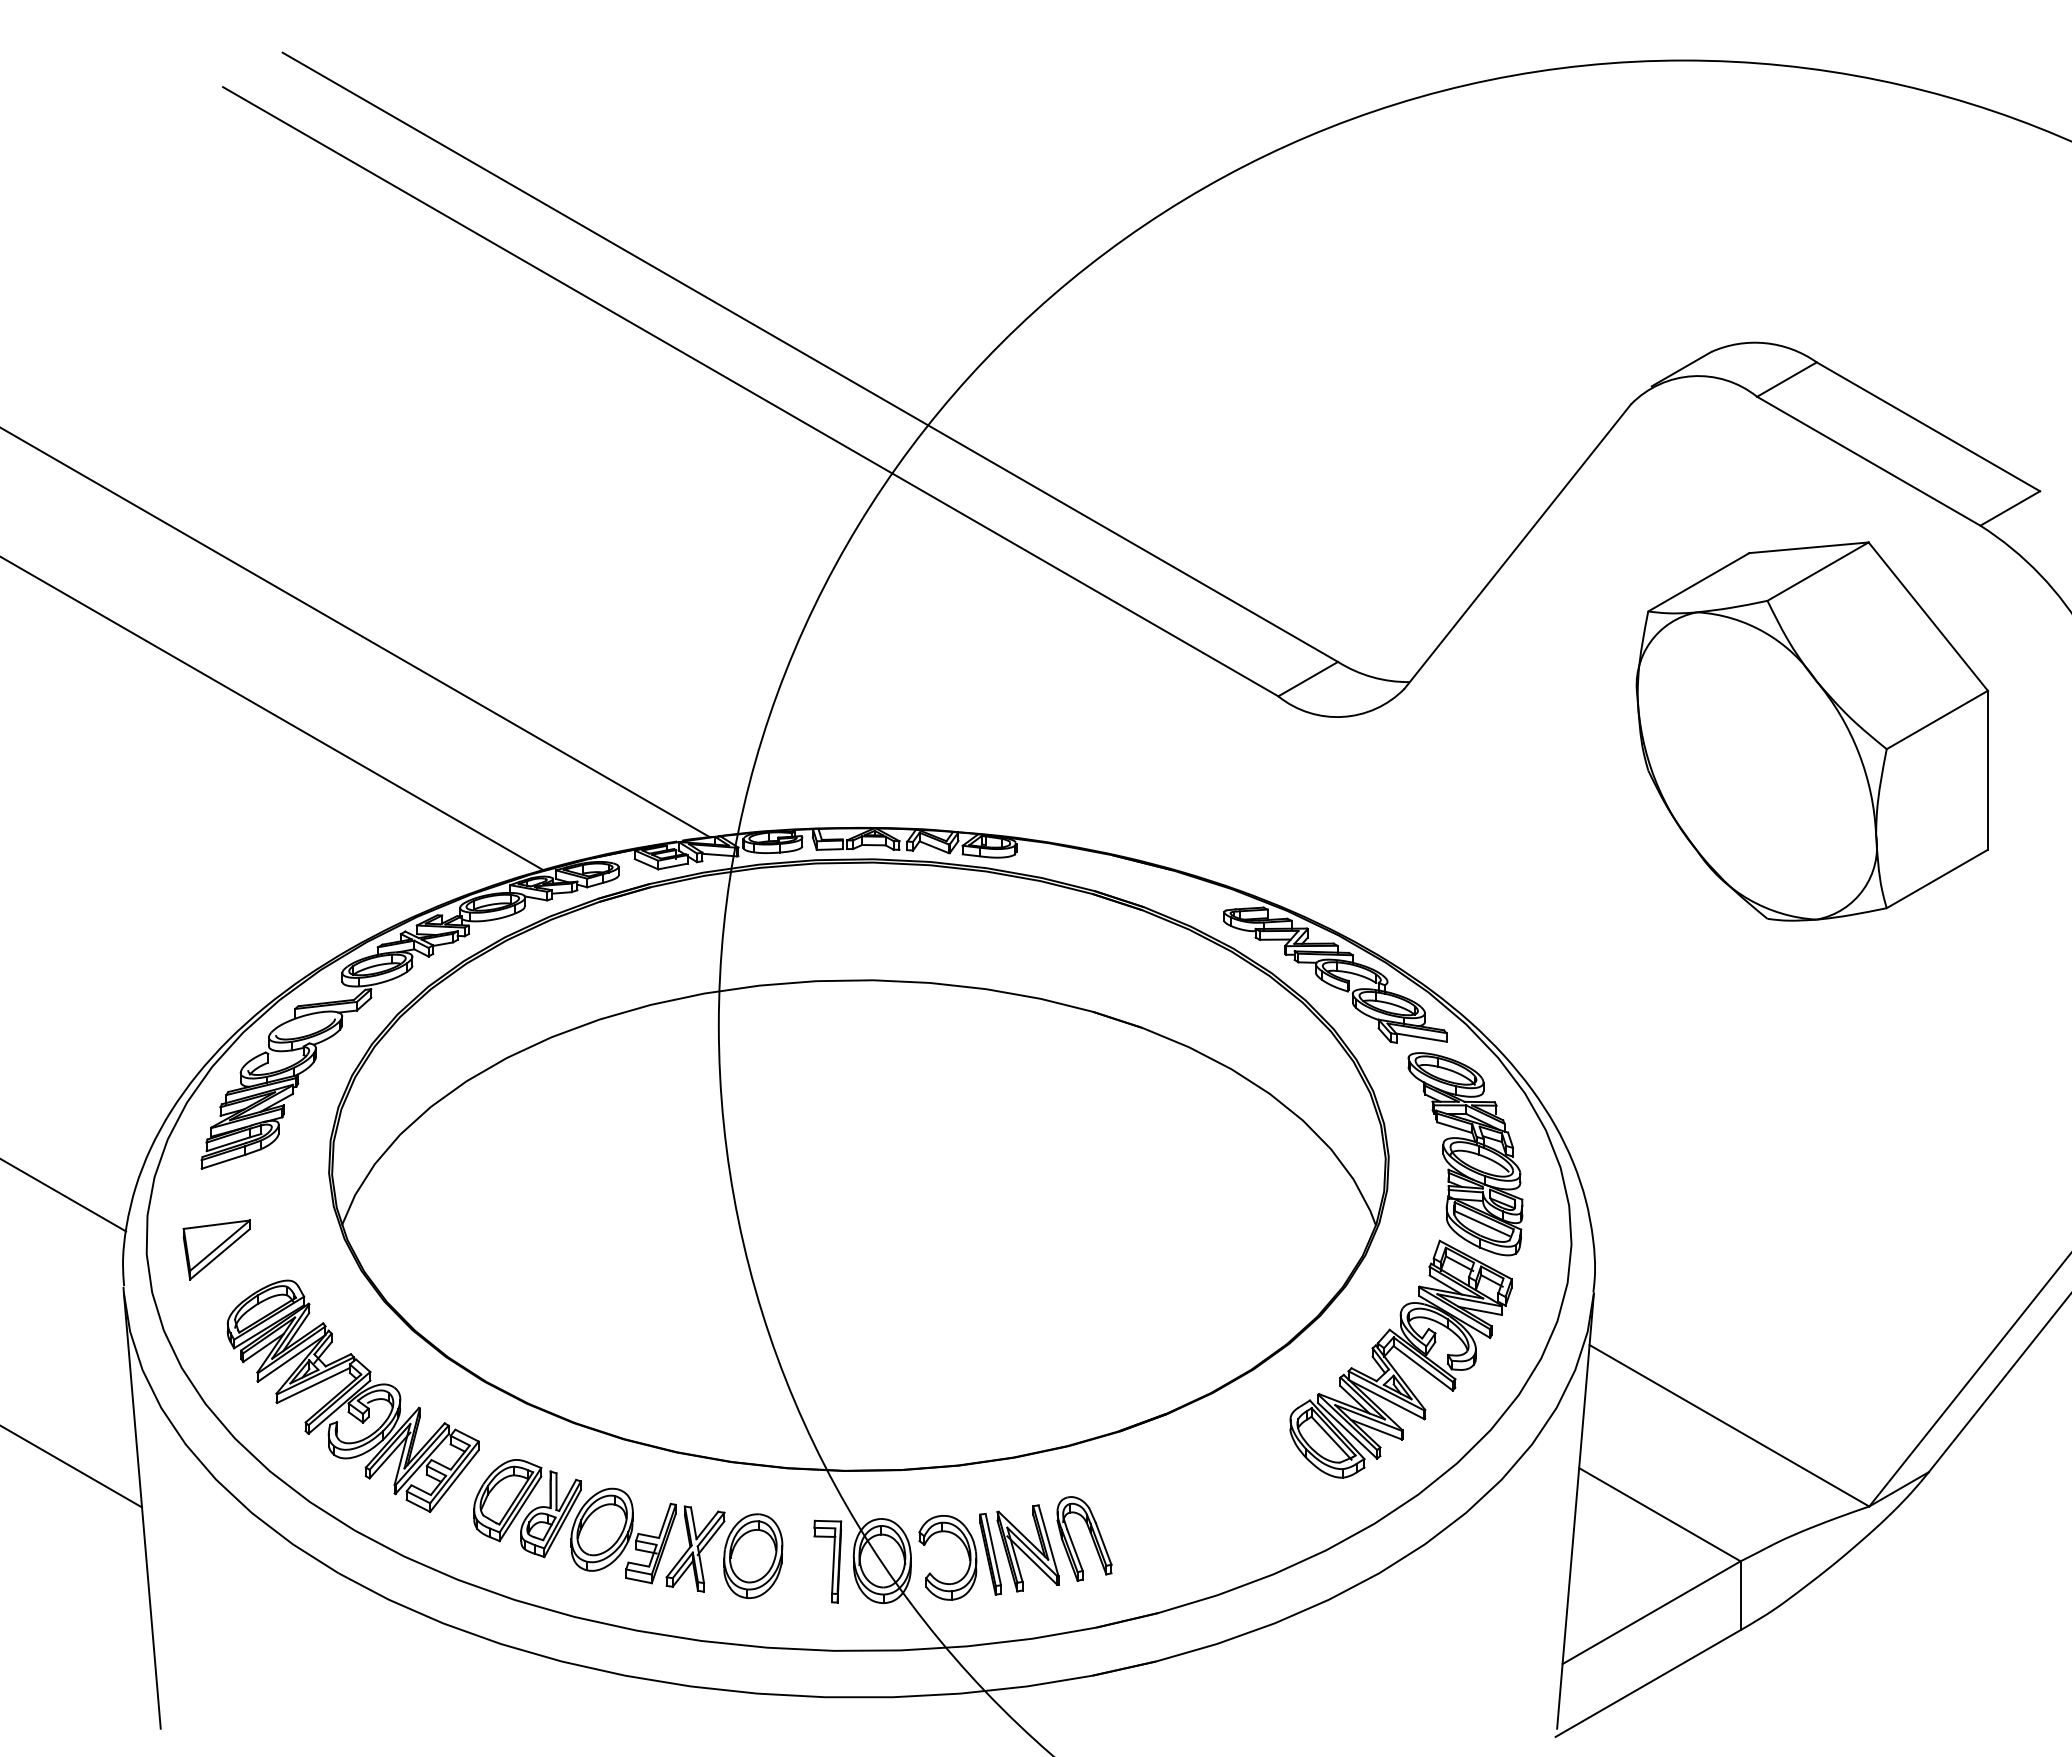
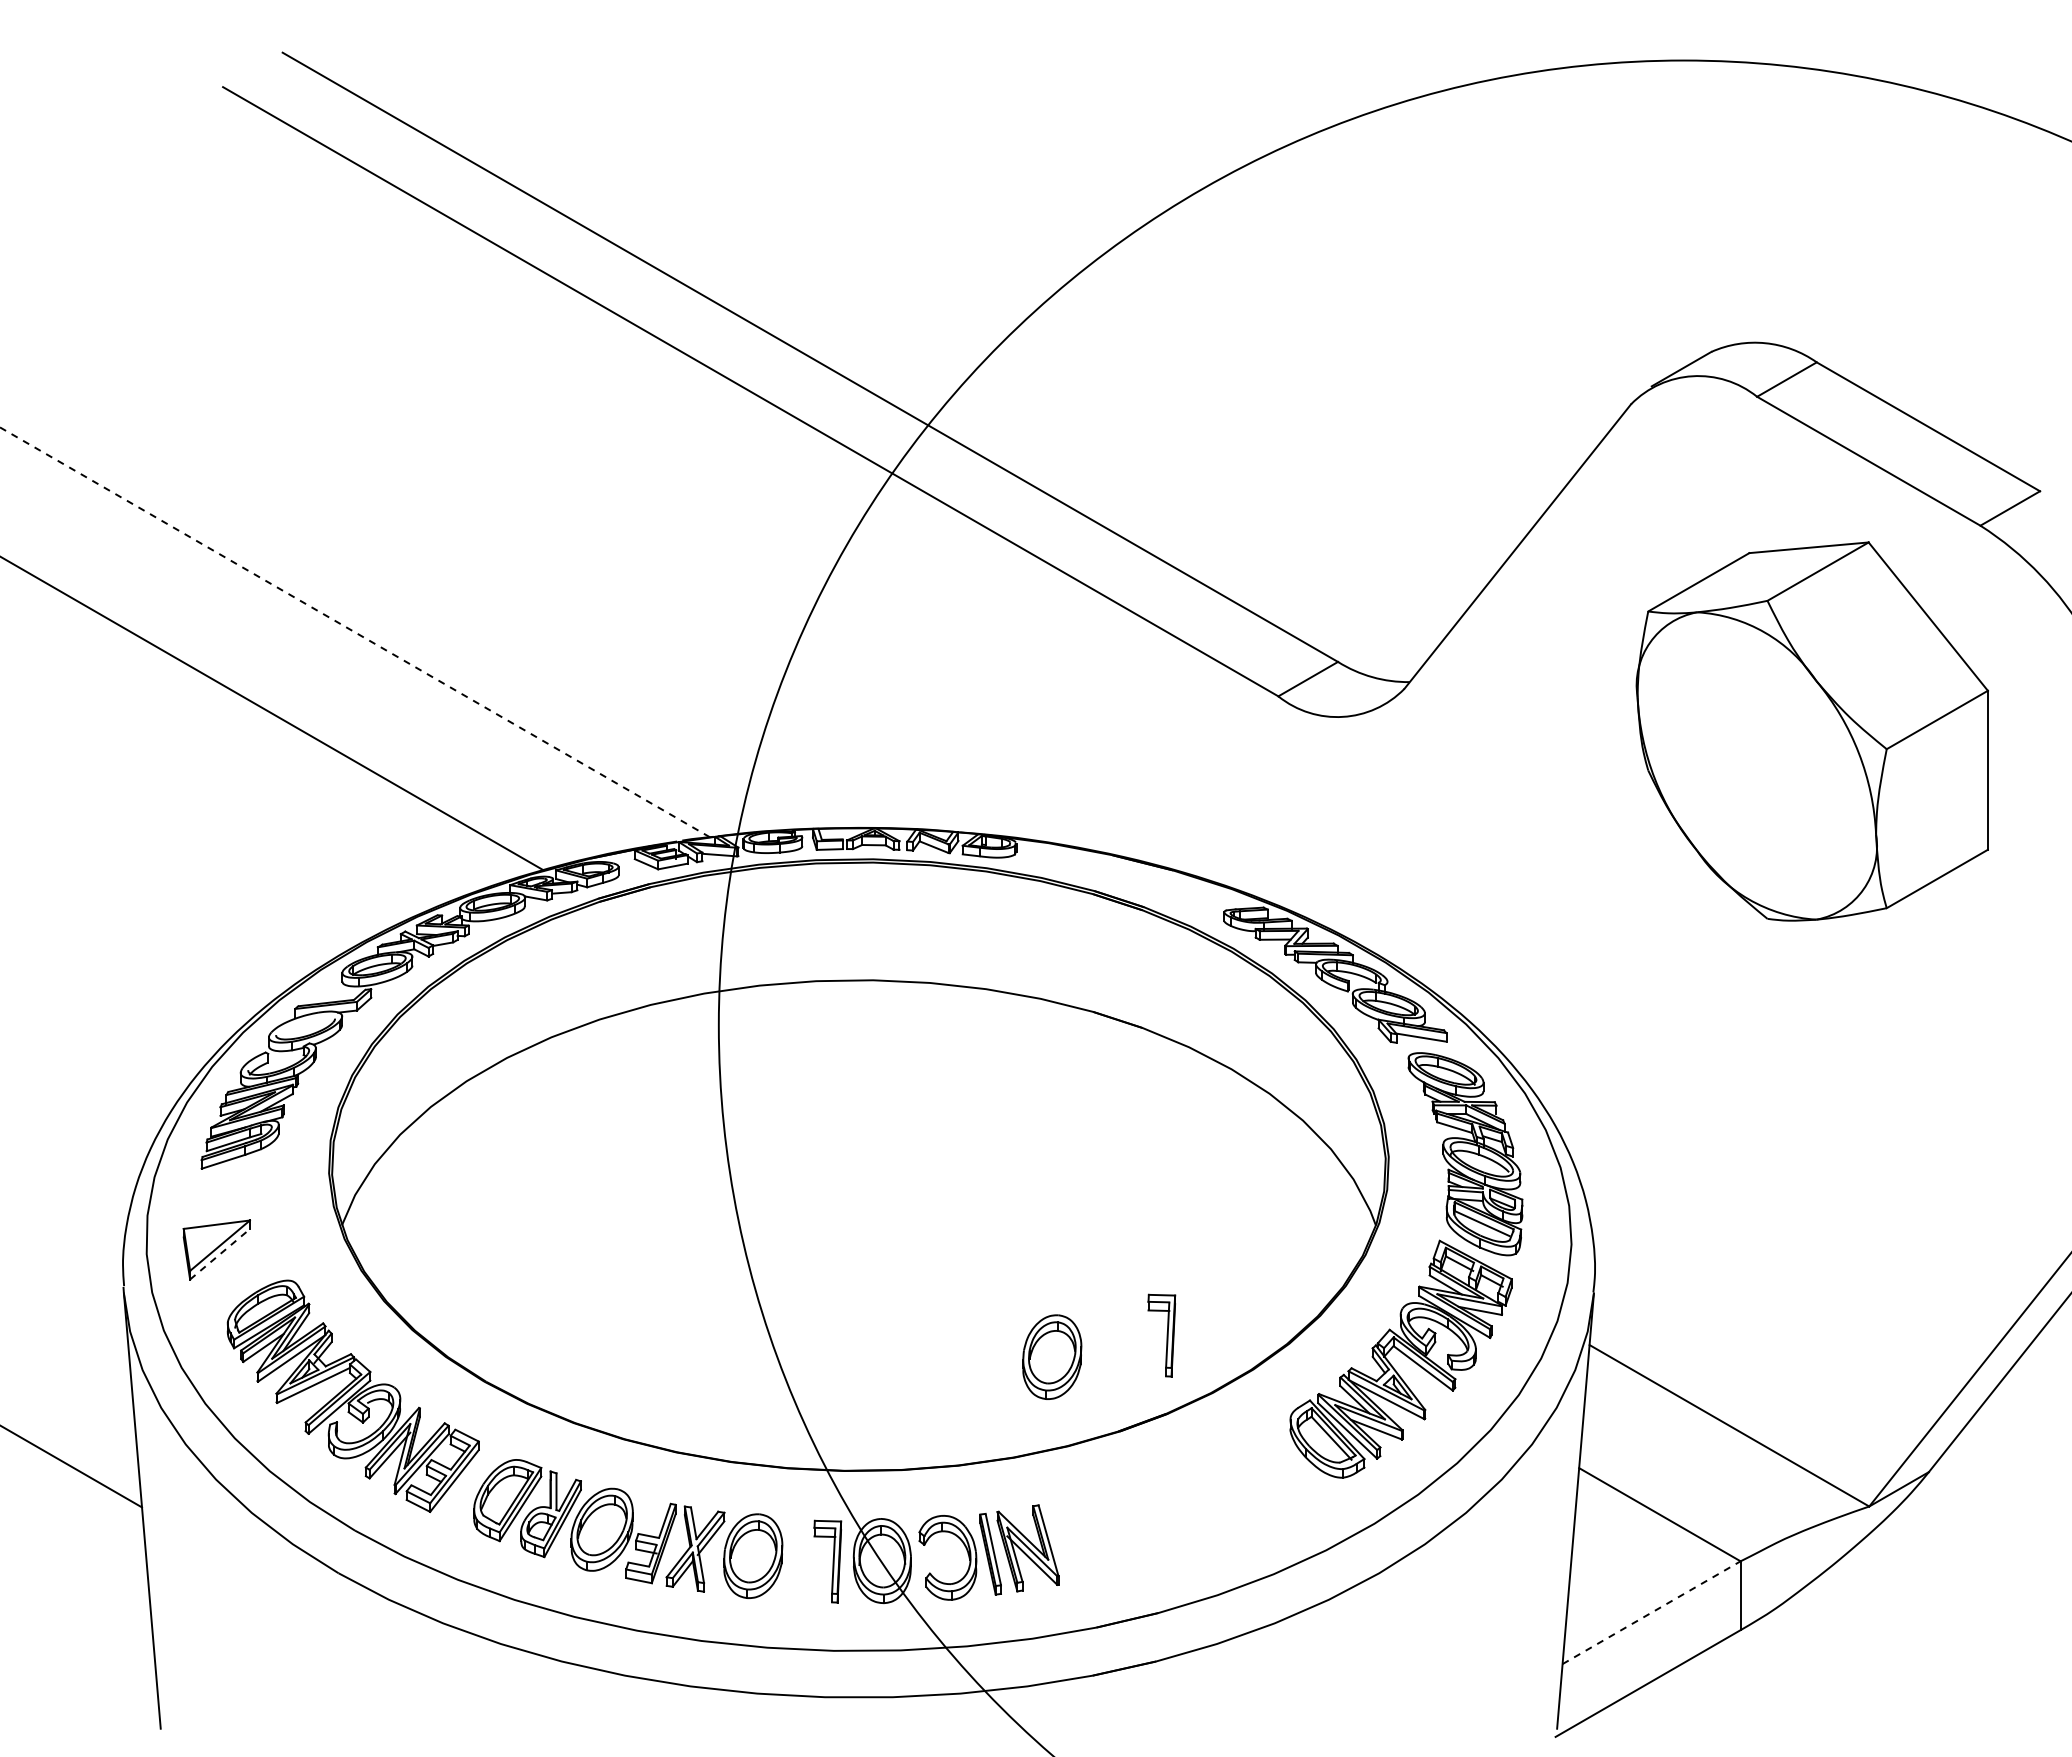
line at (355, 632): solid -> dashed
line at (64, 1195): present -> none
line at (220, 1253): solid -> dashed
part at (1161, 1335): none -> present
part at (1052, 1356): none -> present
part at (1090, 1535): present -> none
line at (1651, 1612): solid -> dashed
